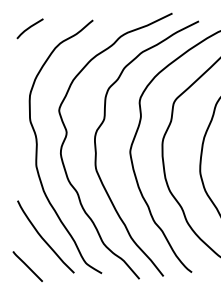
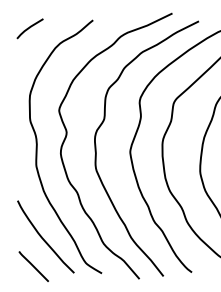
line at (27, 266) position: (27, 266) -> (33, 266)
